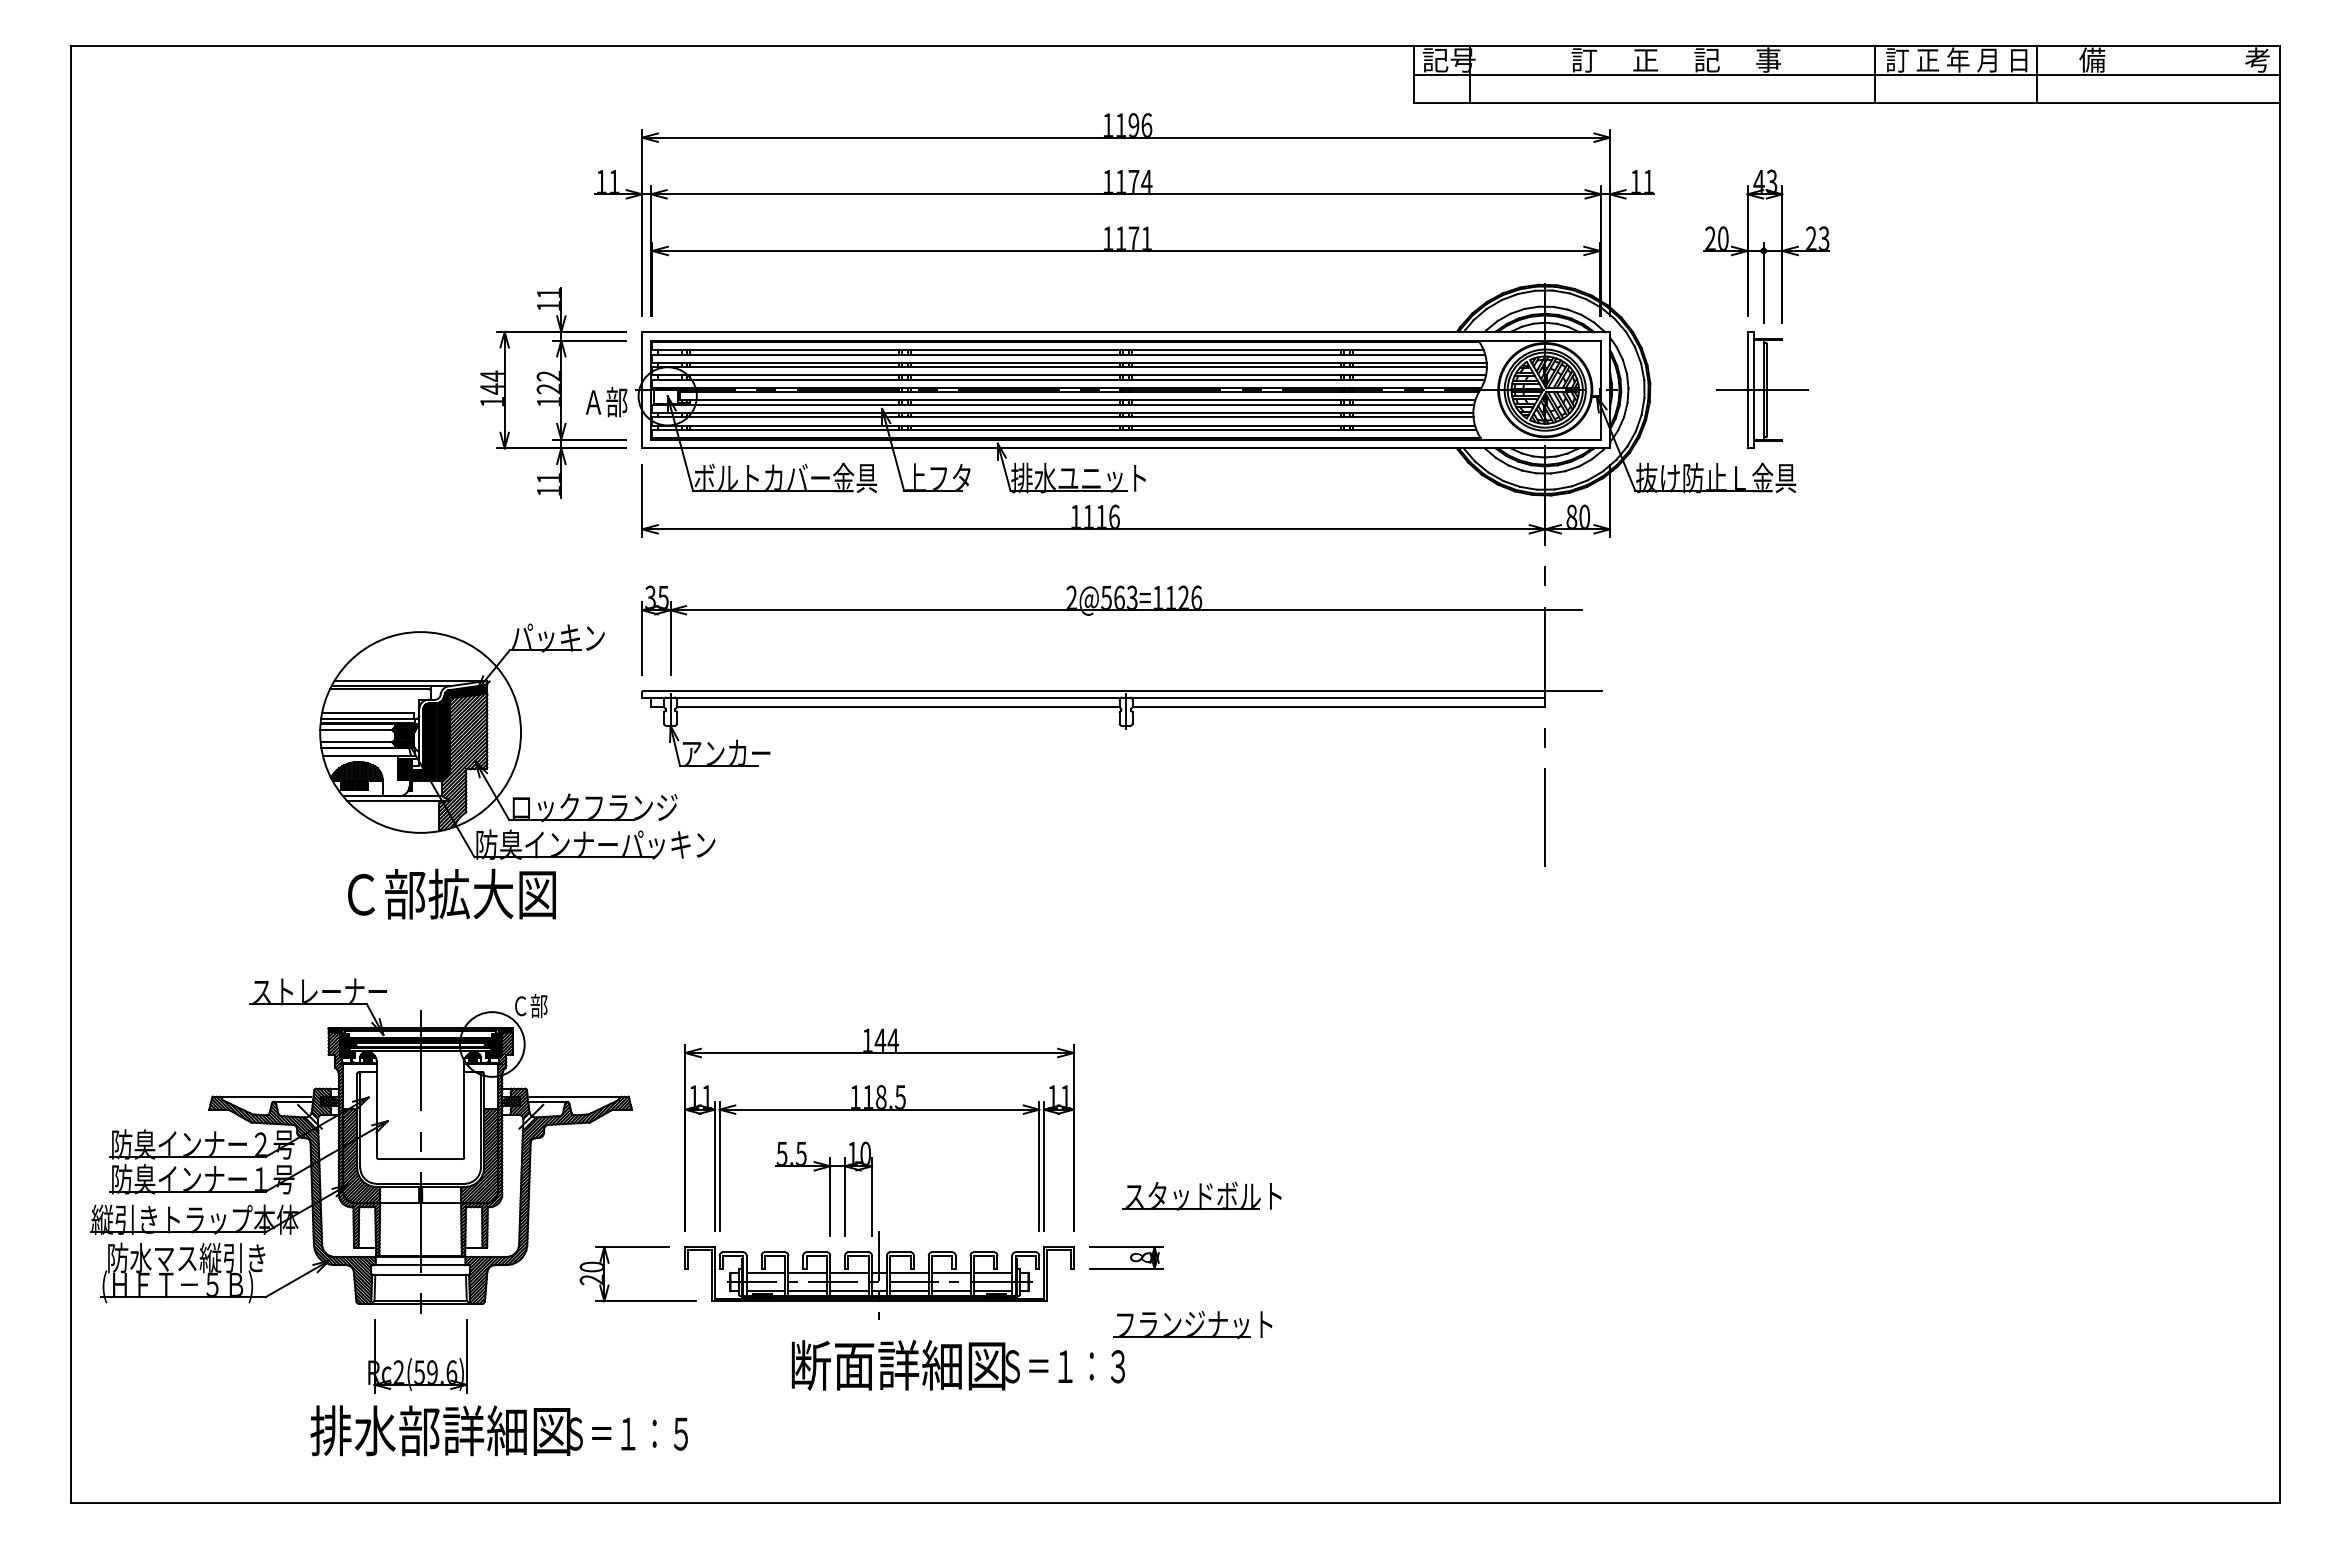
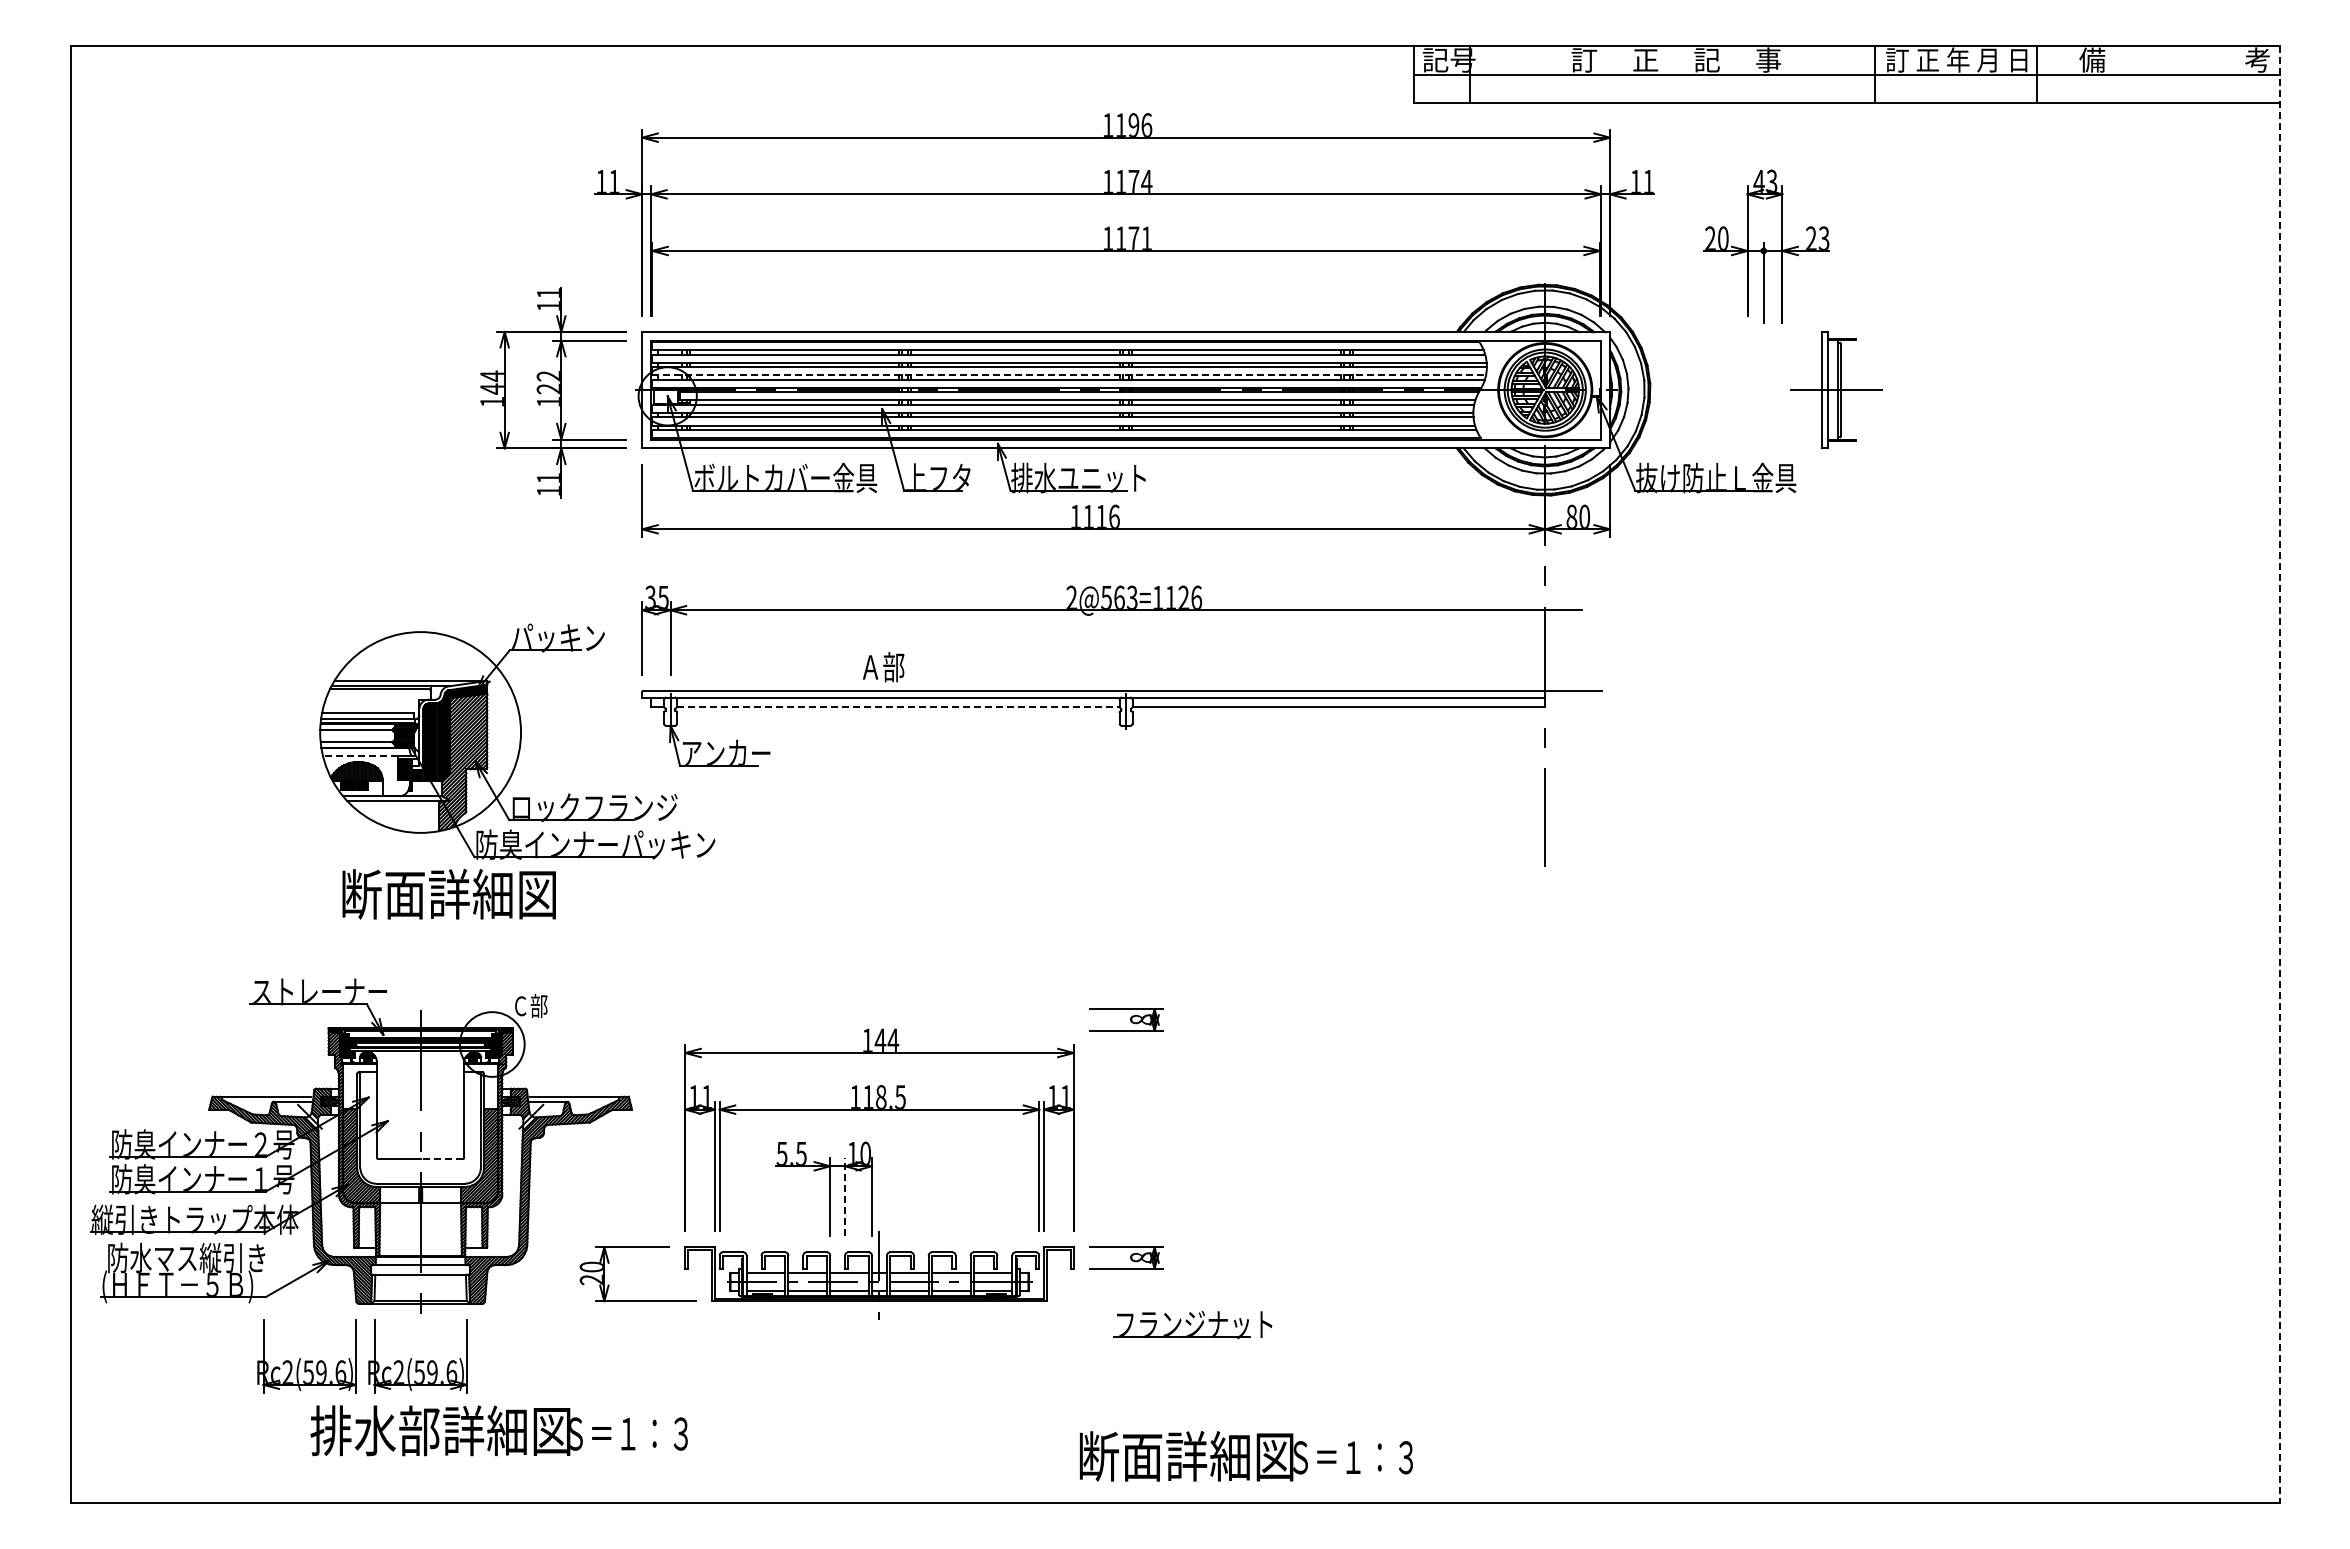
line at (1069, 375): solid -> dashed
part at (1762, 390) position: (1762, 390) -> (1836, 390)
text at (606, 402) position: (606, 402) -> (883, 667)
line at (898, 707): solid -> dashed
line at (359, 756): solid -> dashed
line at (2279, 774): solid -> dashed
text at (427, 893): Ｃ部拡大図 -> 断面詳細図
part at (1126, 1019): none -> present
line at (441, 1159): solid -> dashed
part at (1201, 1195): present -> none
line at (845, 1196): solid -> dashed
part at (306, 1356): none -> present
text at (958, 1365) position: (958, 1365) -> (1246, 1456)
text at (680, 1433): Ｓ＝１：５ -> Ｓ＝１：３
